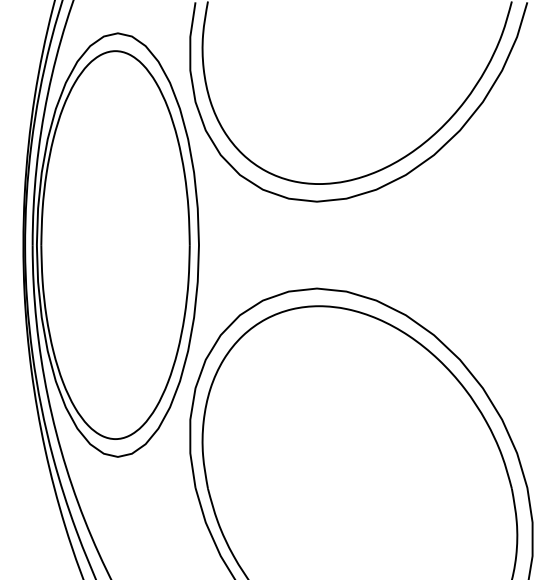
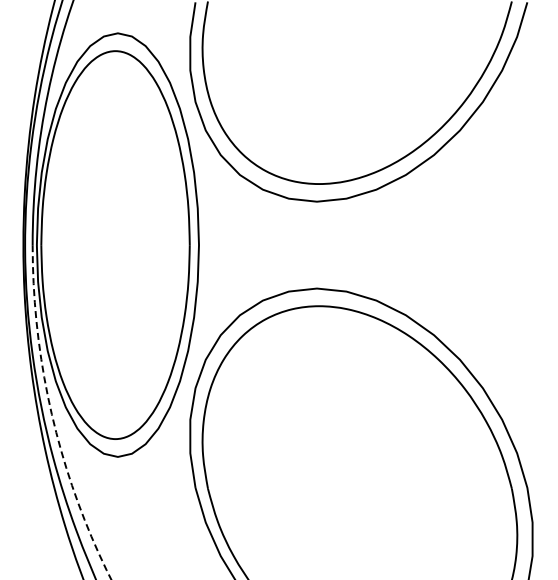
arc at (52, 418): solid -> dashed
